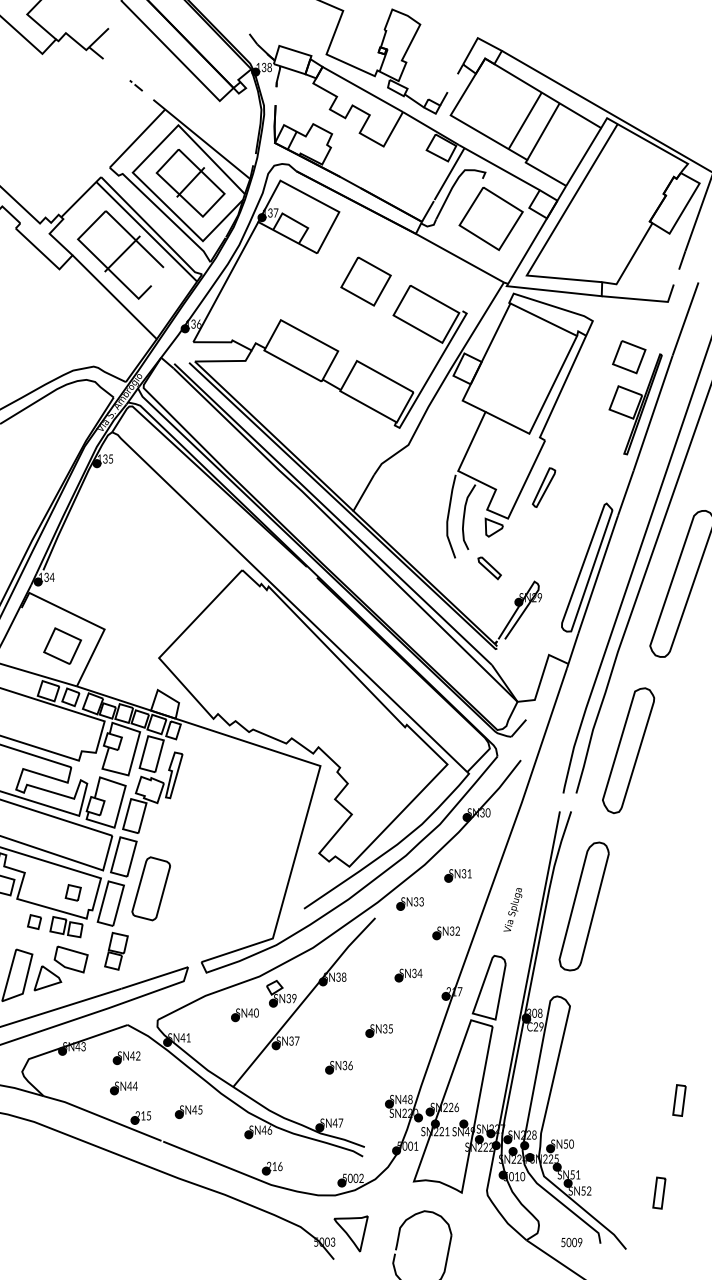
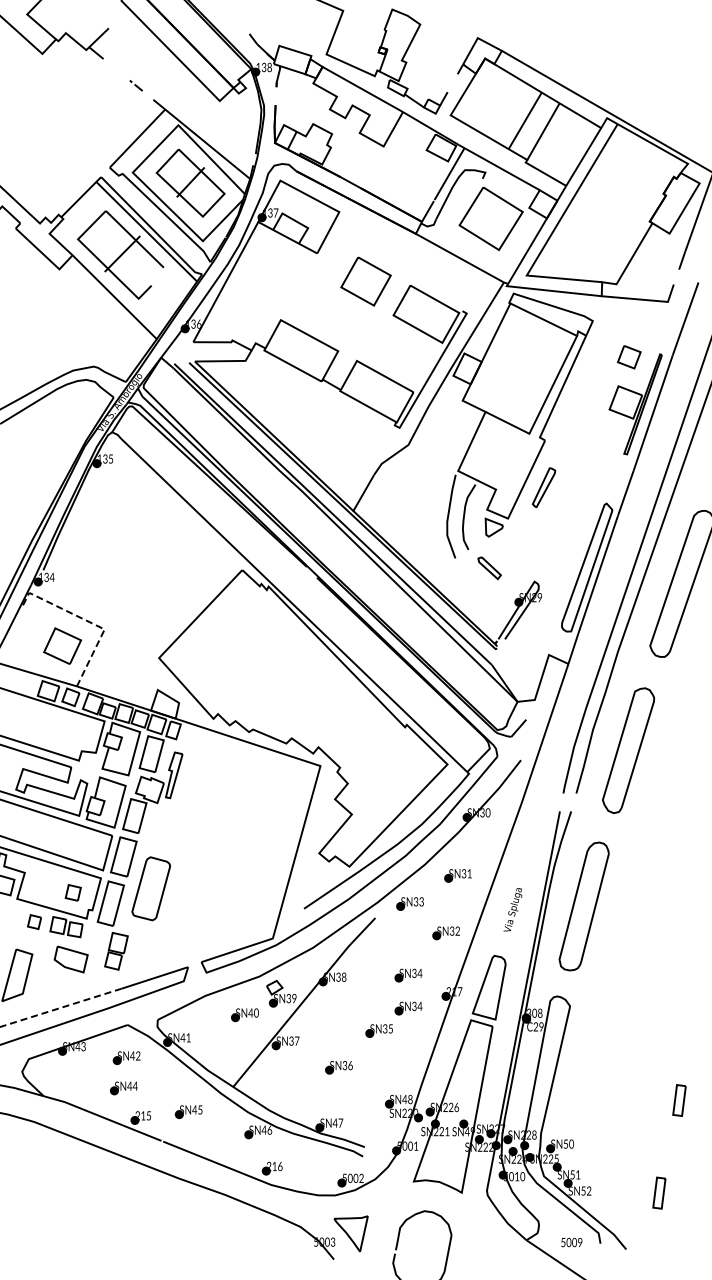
part at (629, 357) size: 35x35 px -> 25x25 px
line at (87, 621): solid -> dashed
part at (47, 978): present -> none
line at (61, 1007): solid -> dashed
part at (408, 1008): none -> present
